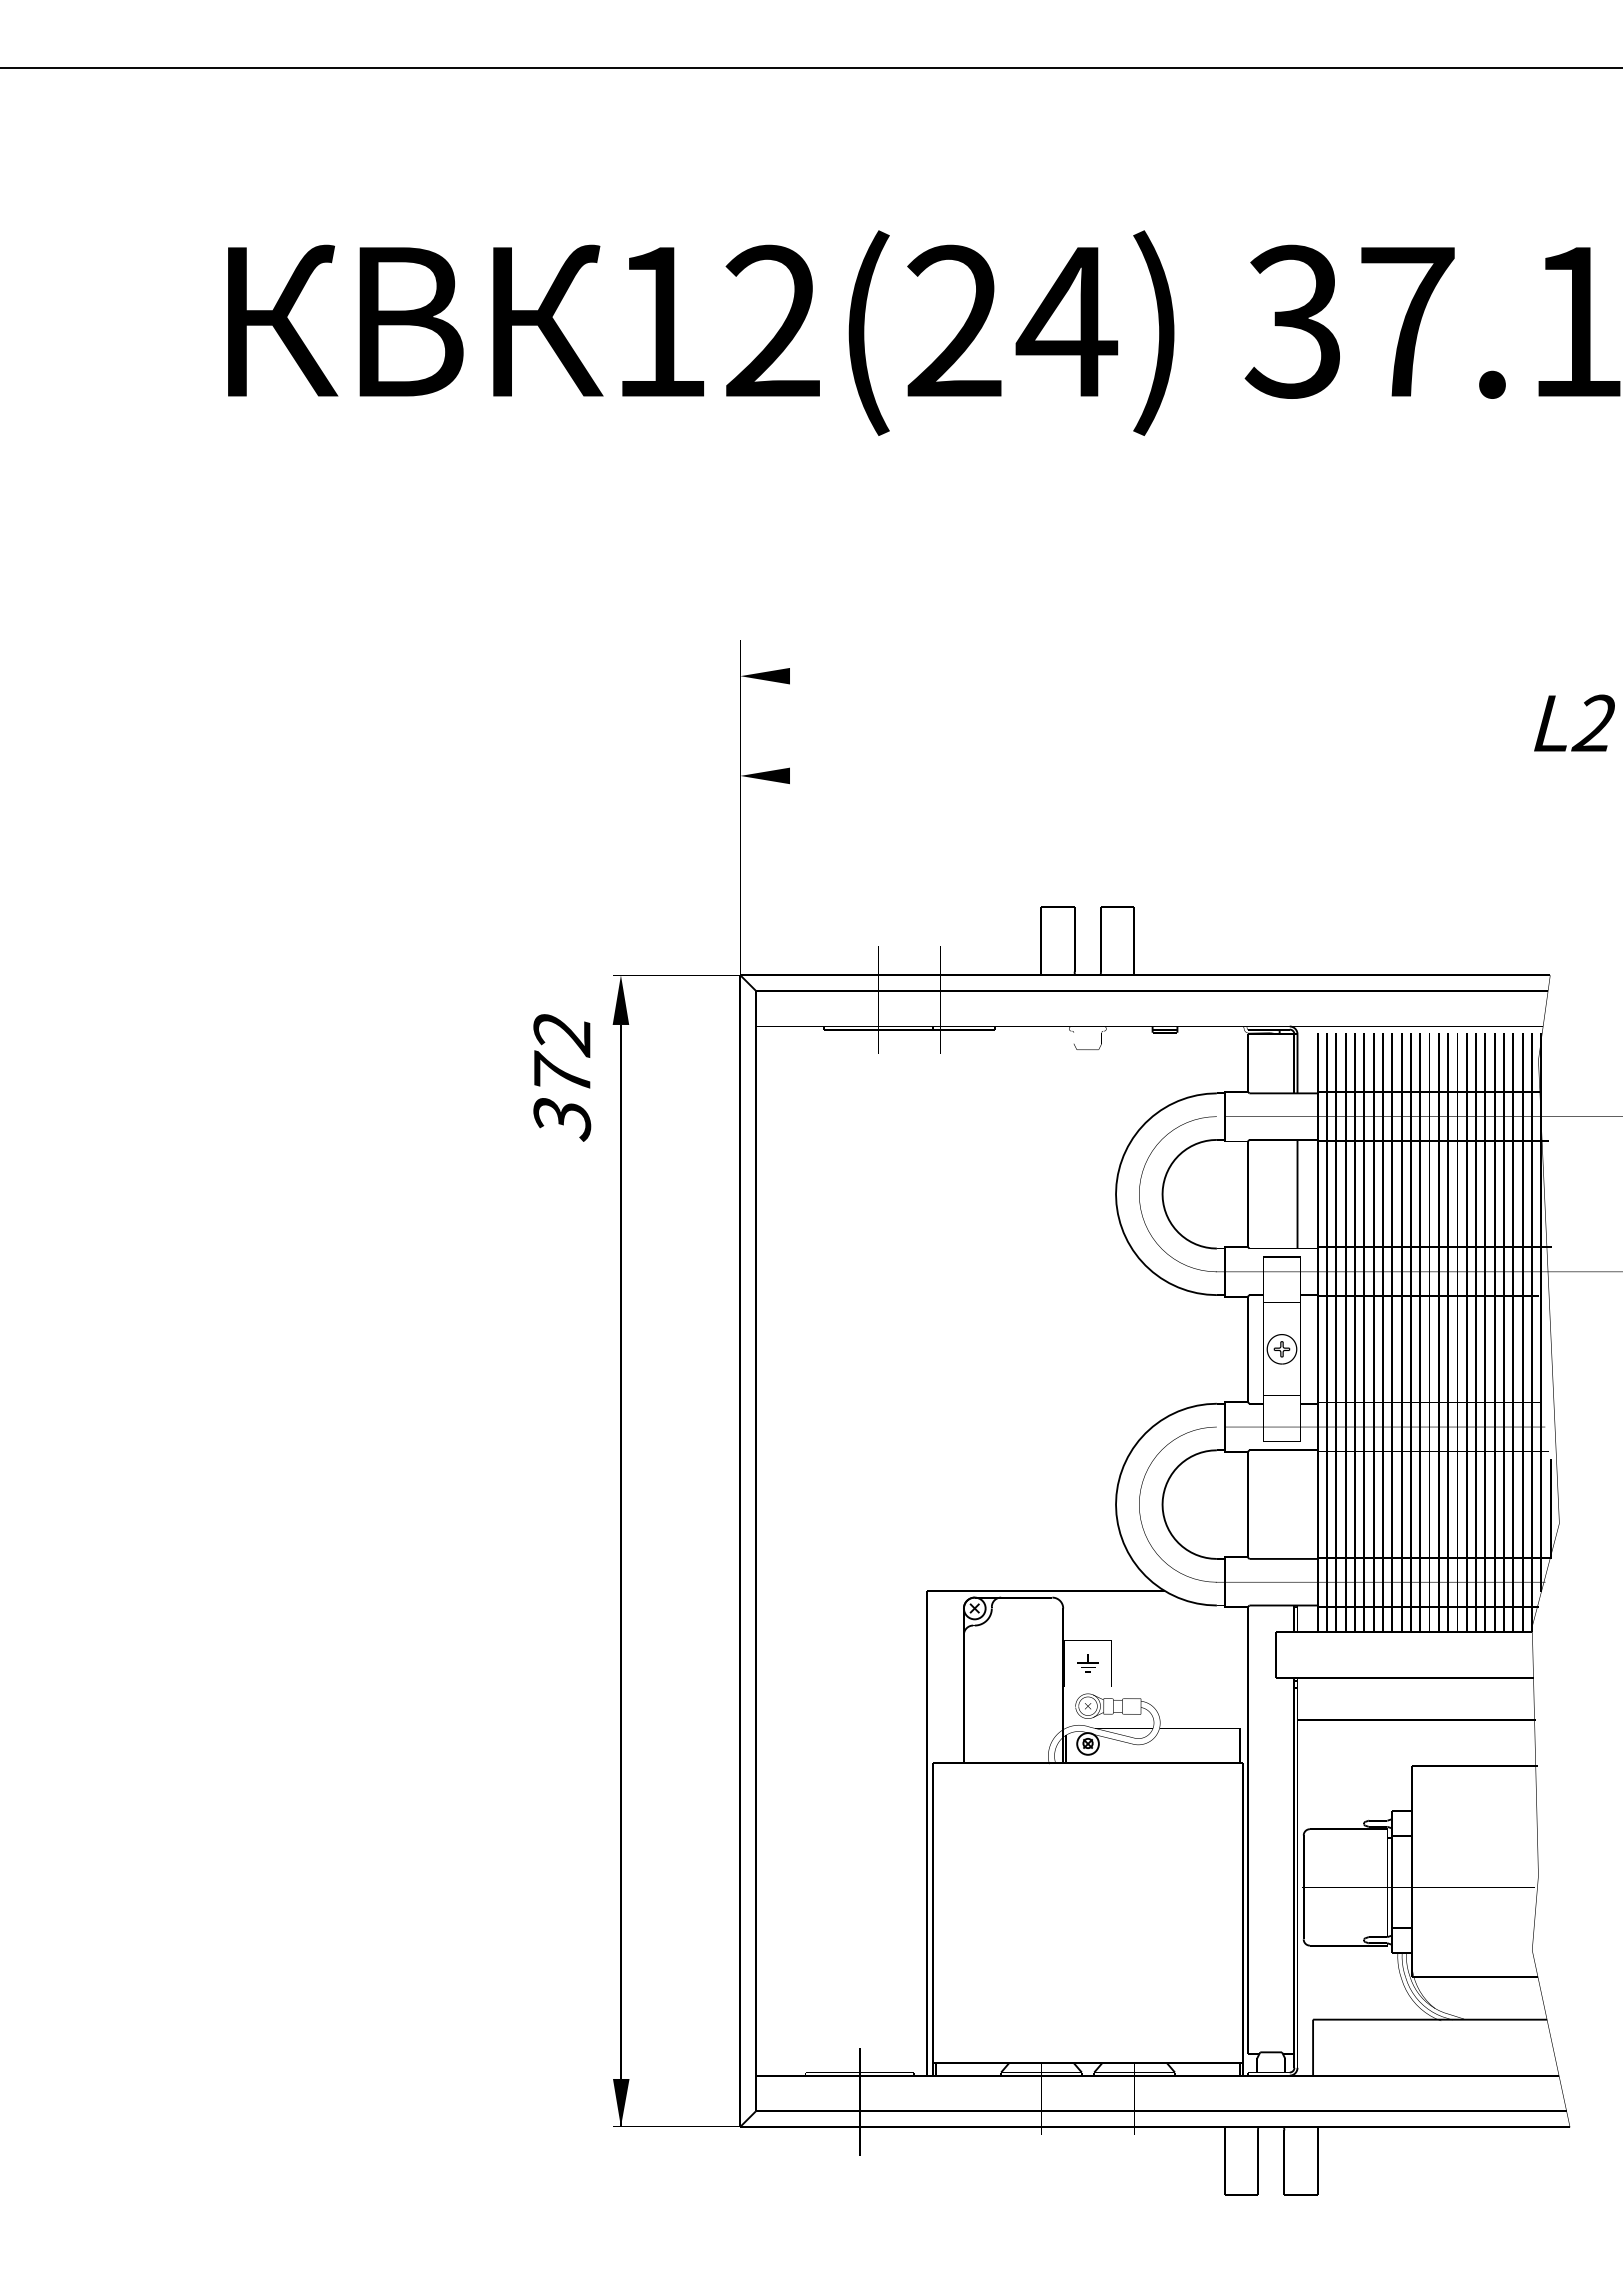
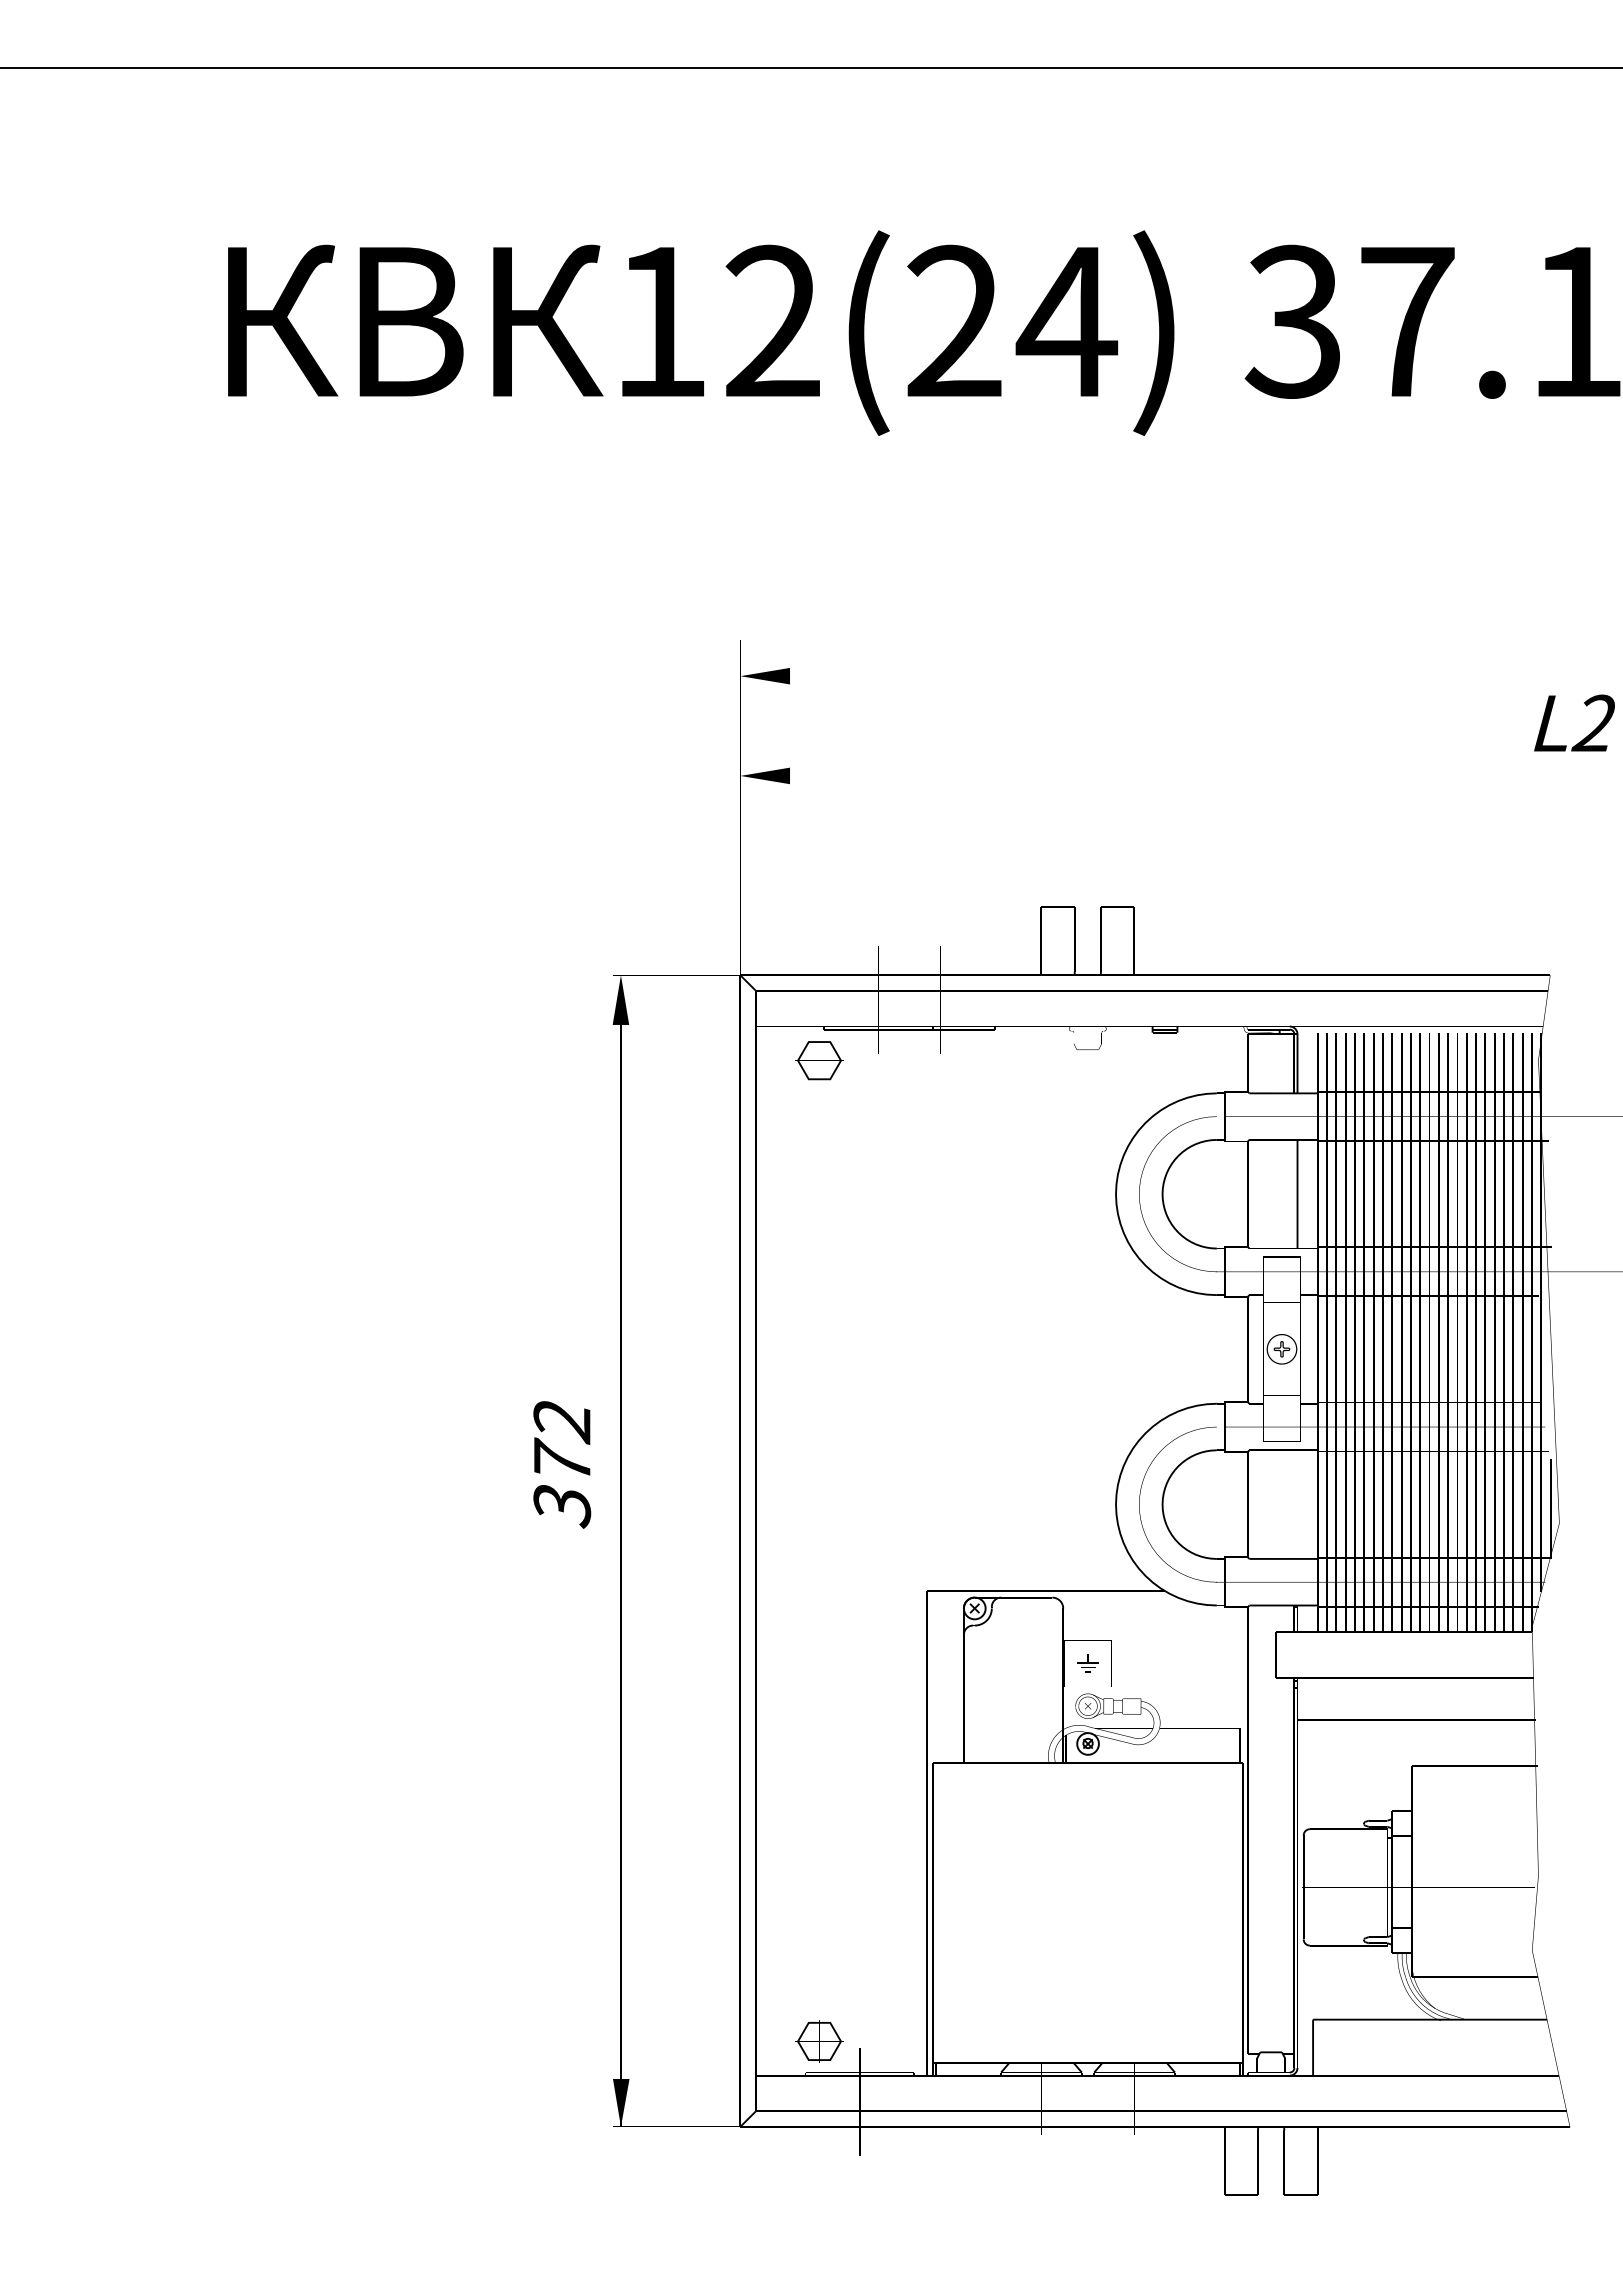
part at (819, 1060): none -> present
text at (562, 1077) position: (562, 1077) -> (562, 1464)
part at (819, 2041): none -> present
